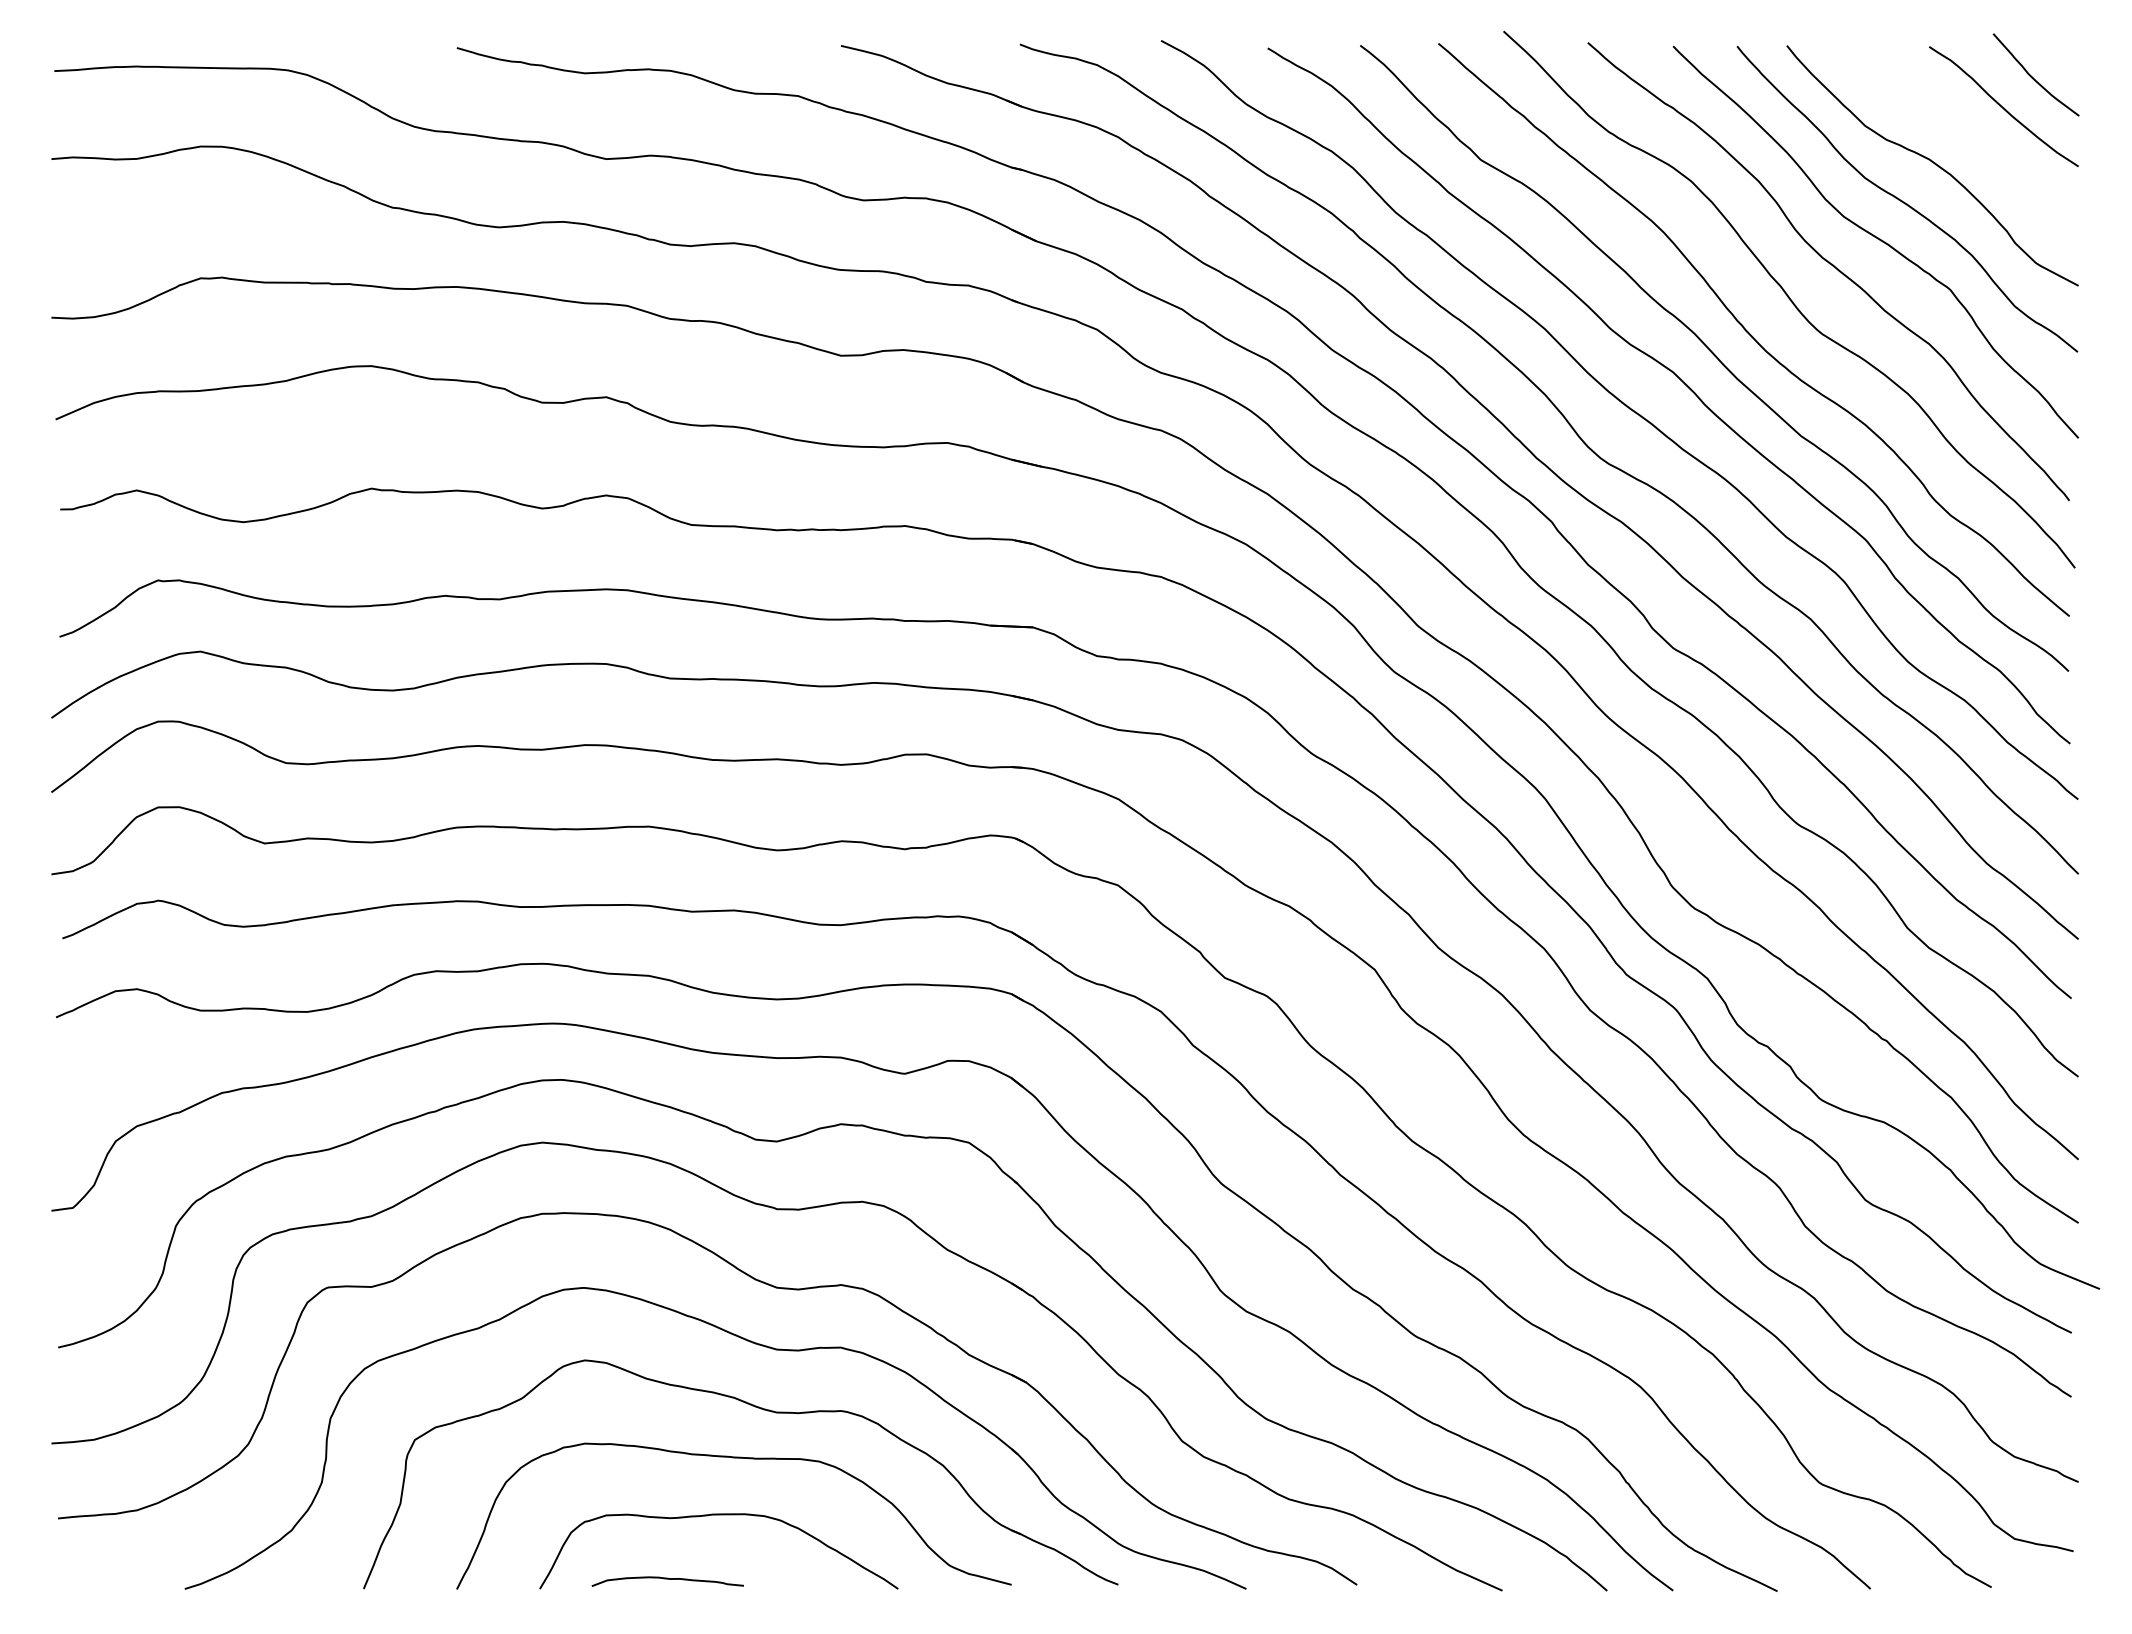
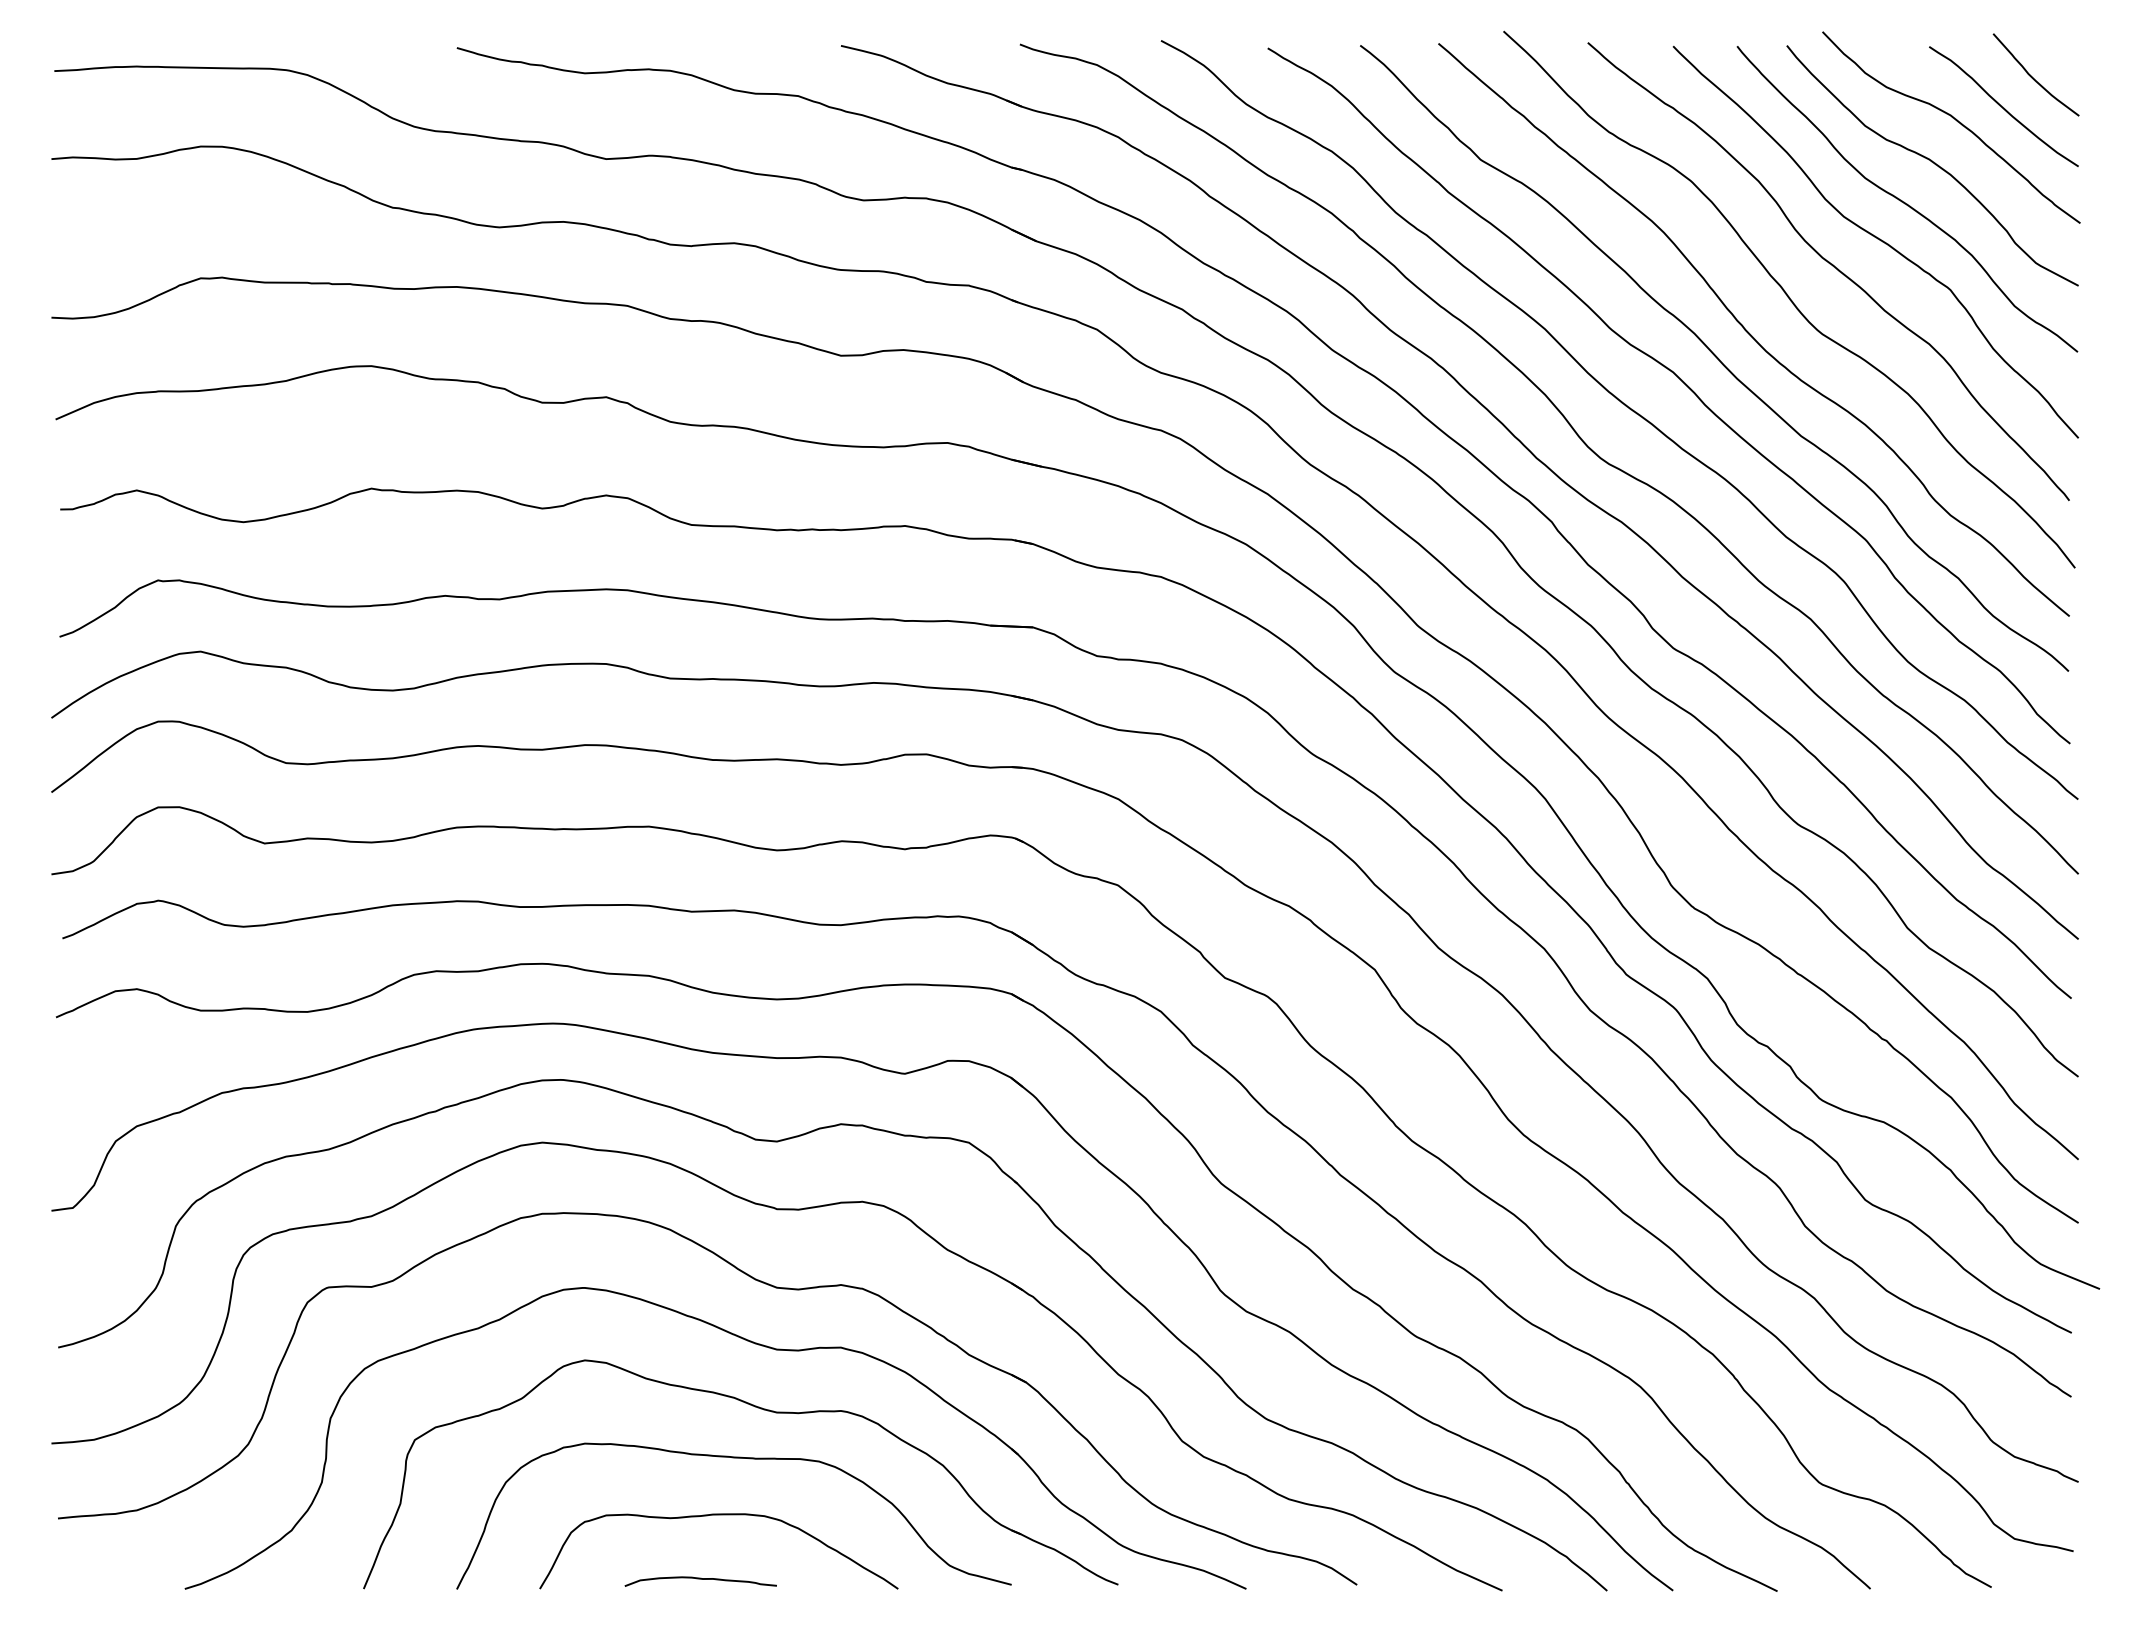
curve at (1956, 121): none -> present
curve at (667, 1579) position: (667, 1579) -> (700, 1579)
